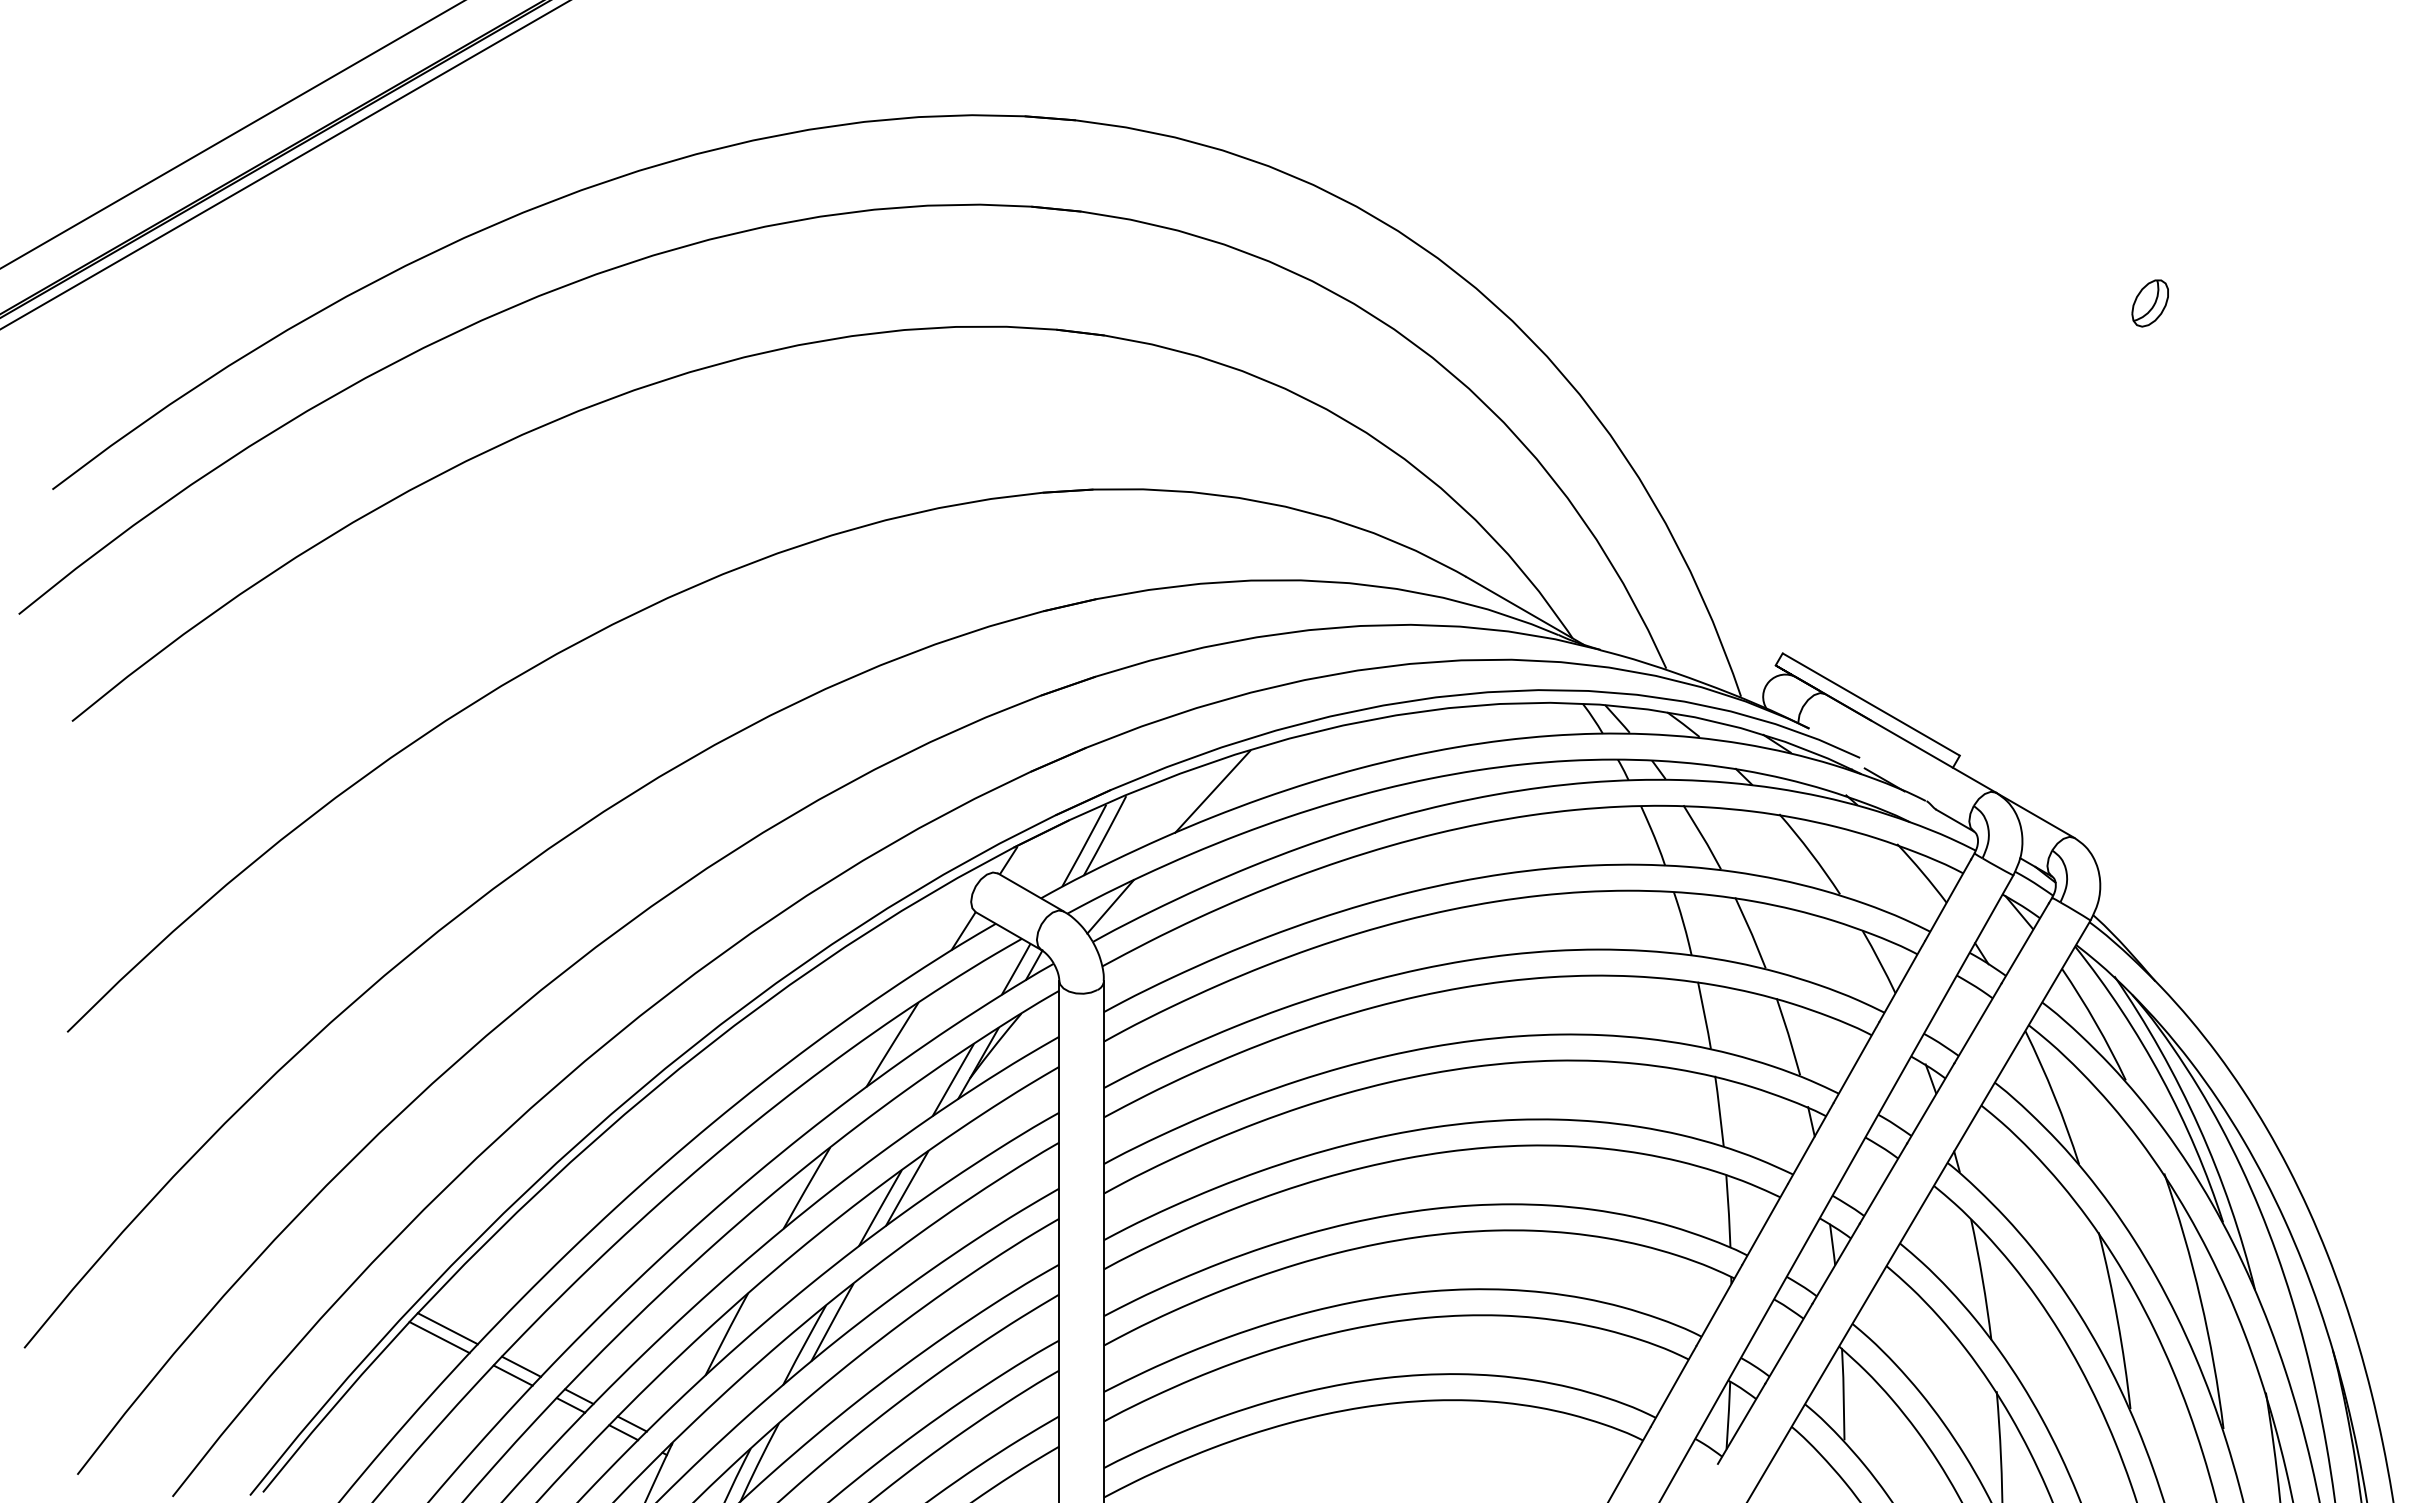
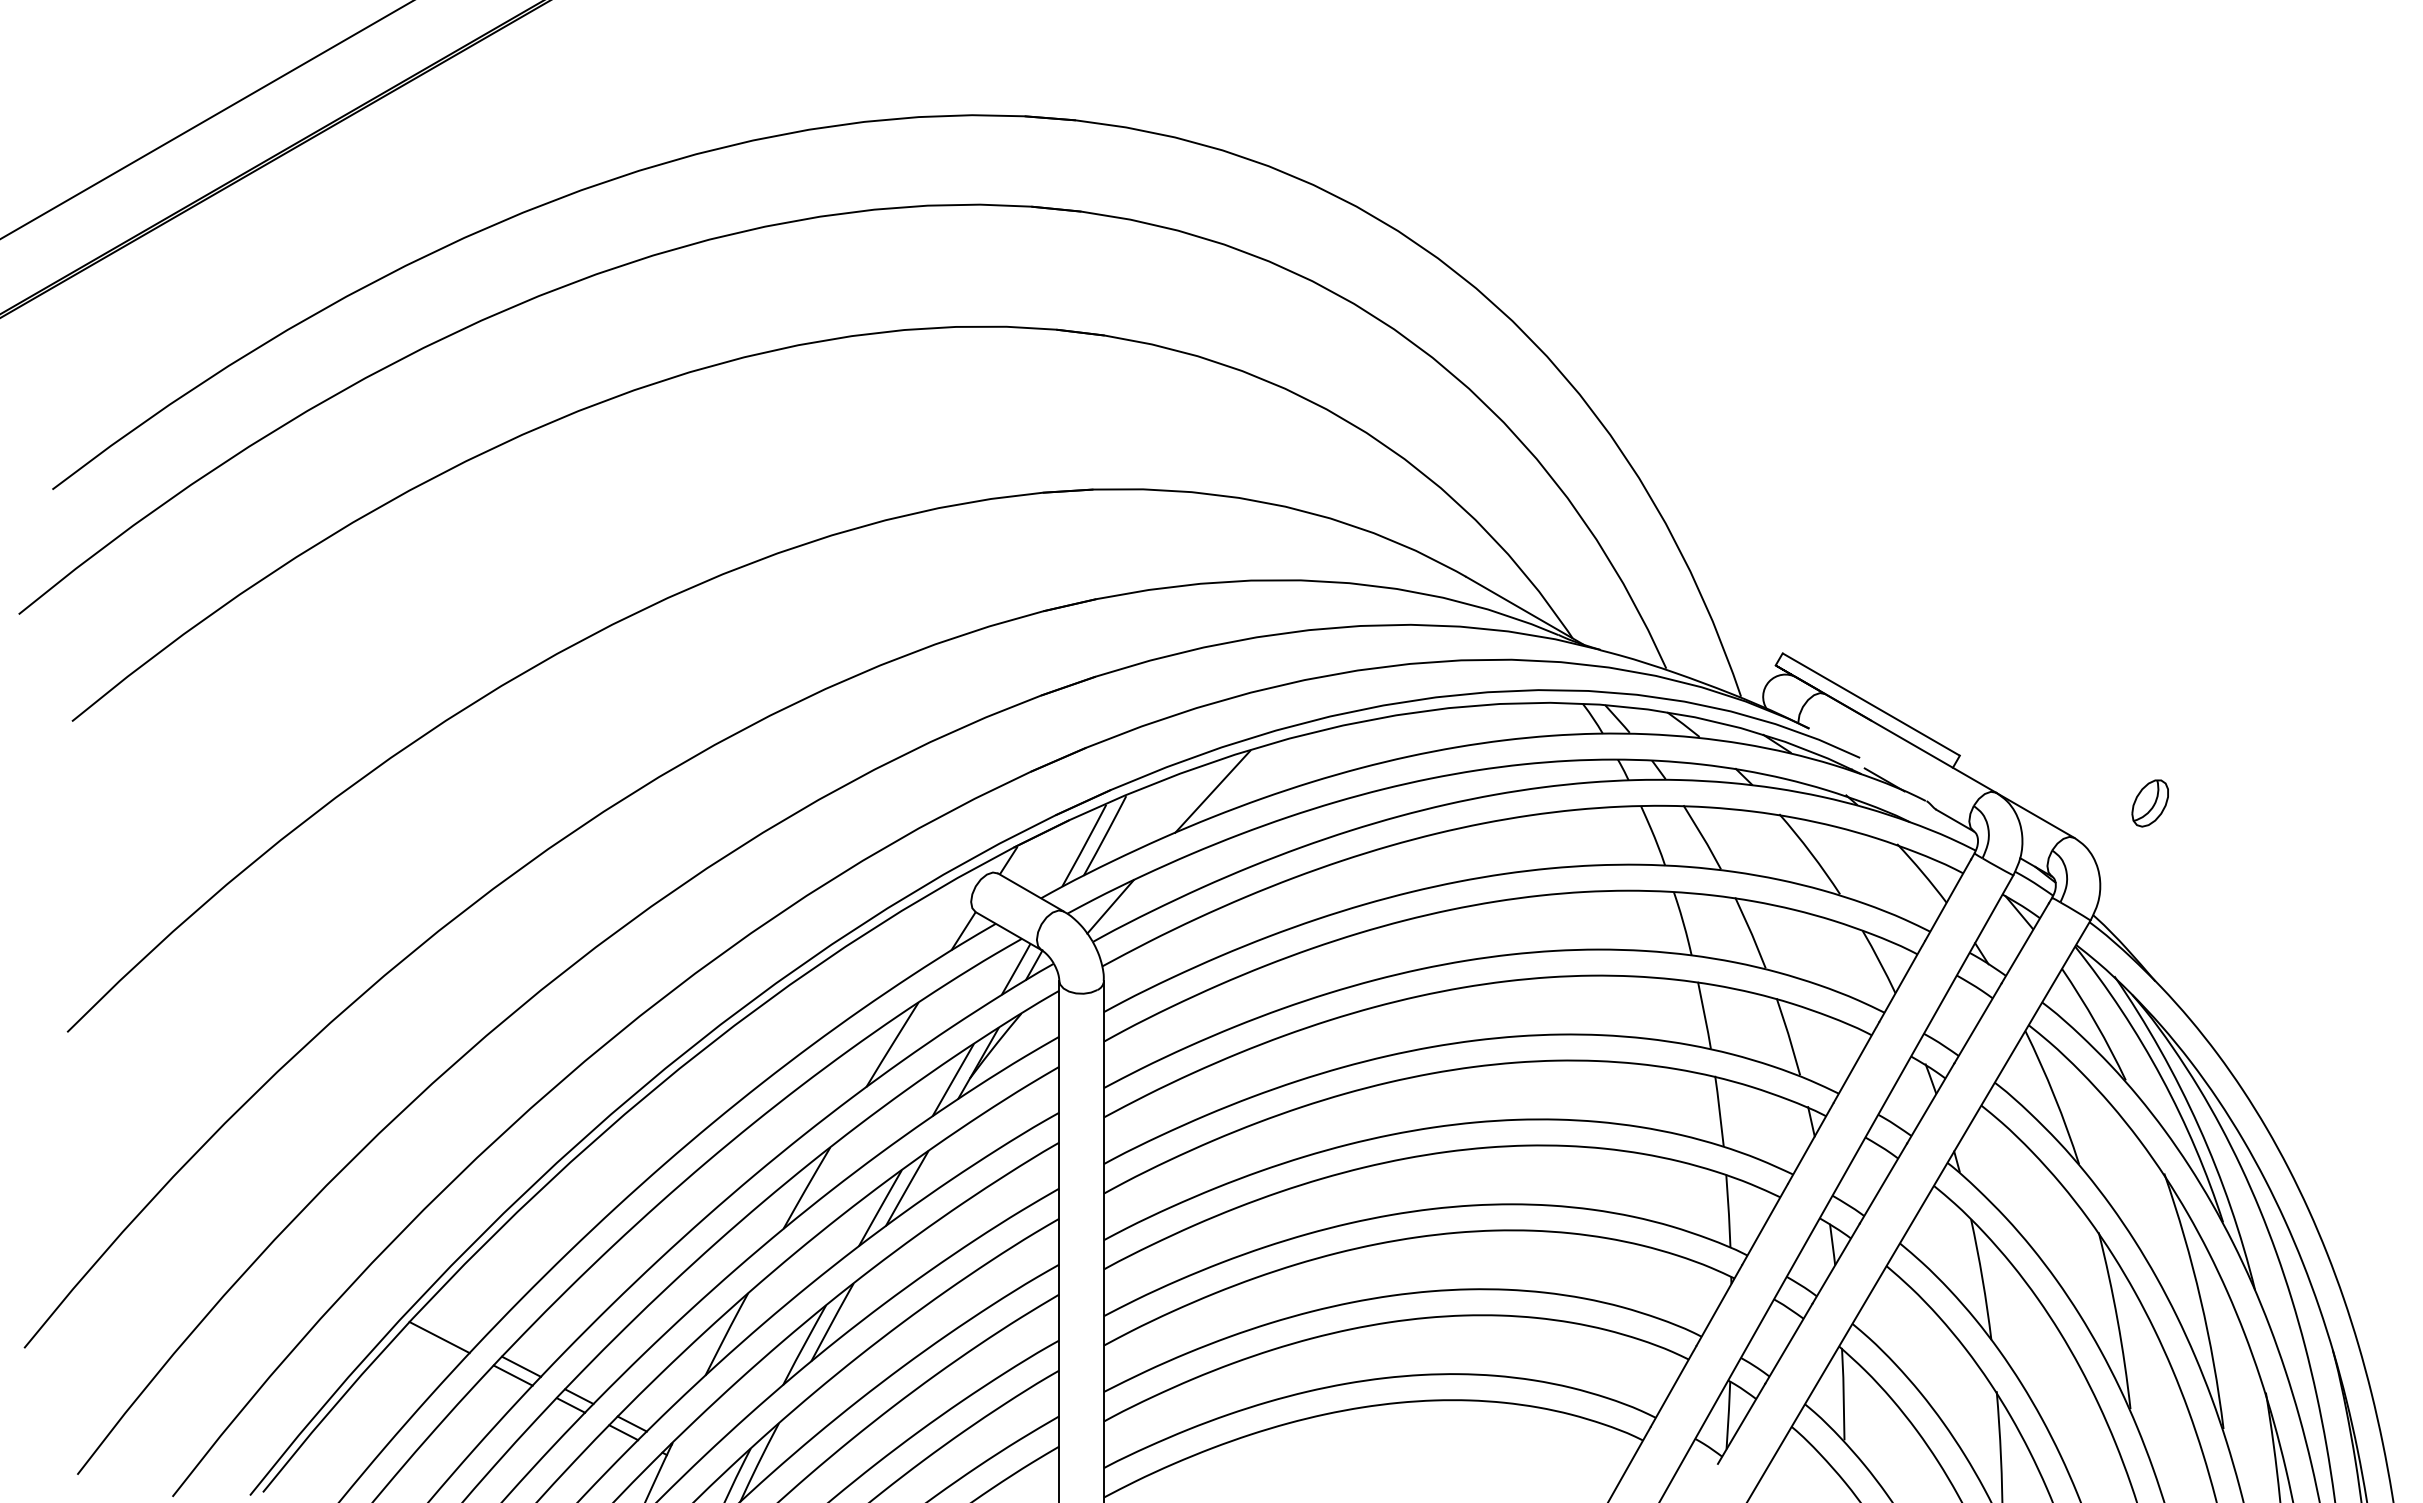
line at (231, 134) position: (231, 134) -> (206, 119)
line at (284, 165): present -> none
part at (2149, 303) position: (2149, 303) -> (2149, 803)
line at (447, 1328): present -> none
